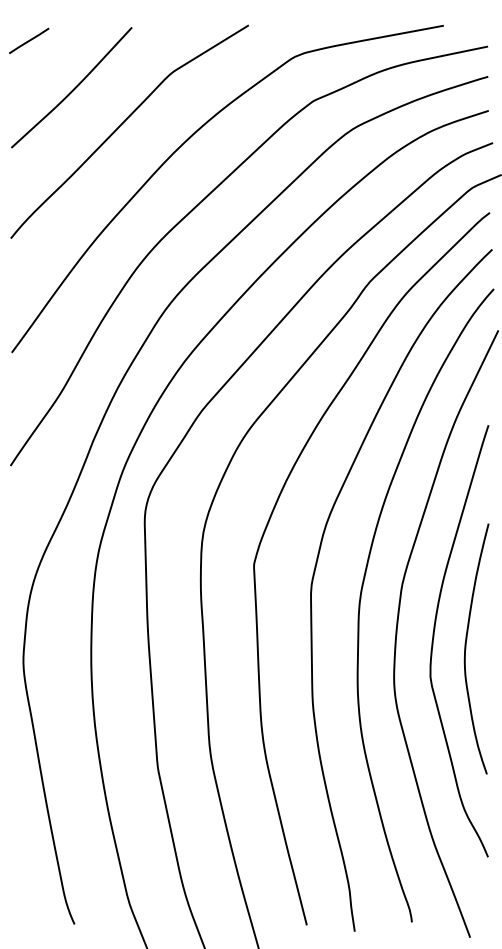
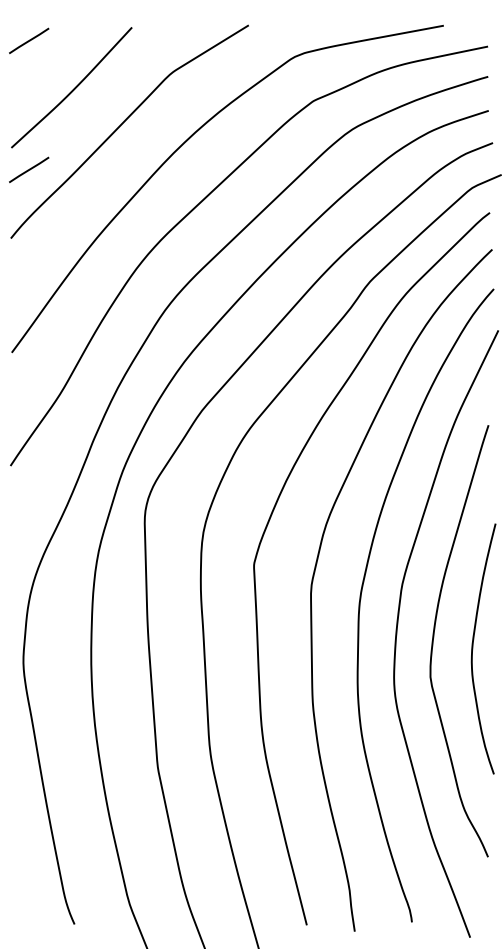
line at (29, 169): none -> present
curve at (466, 648) position: (466, 648) -> (473, 648)
